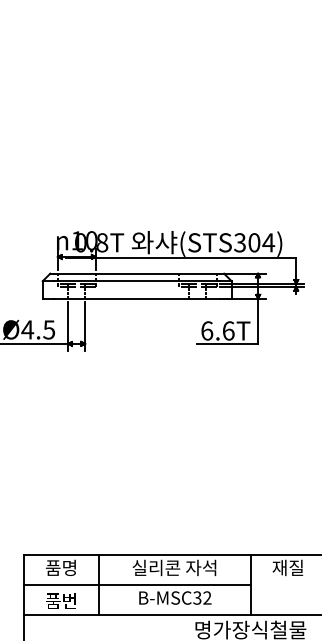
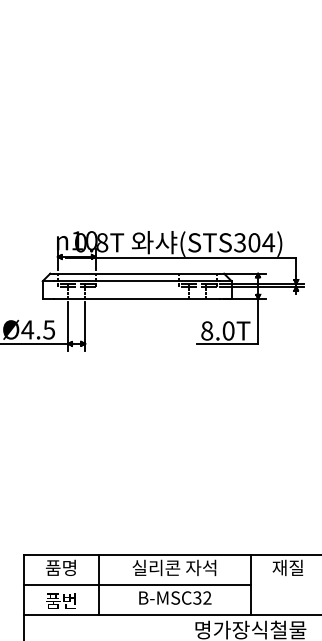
text at (217, 330): 6.6T -> 8.0T
